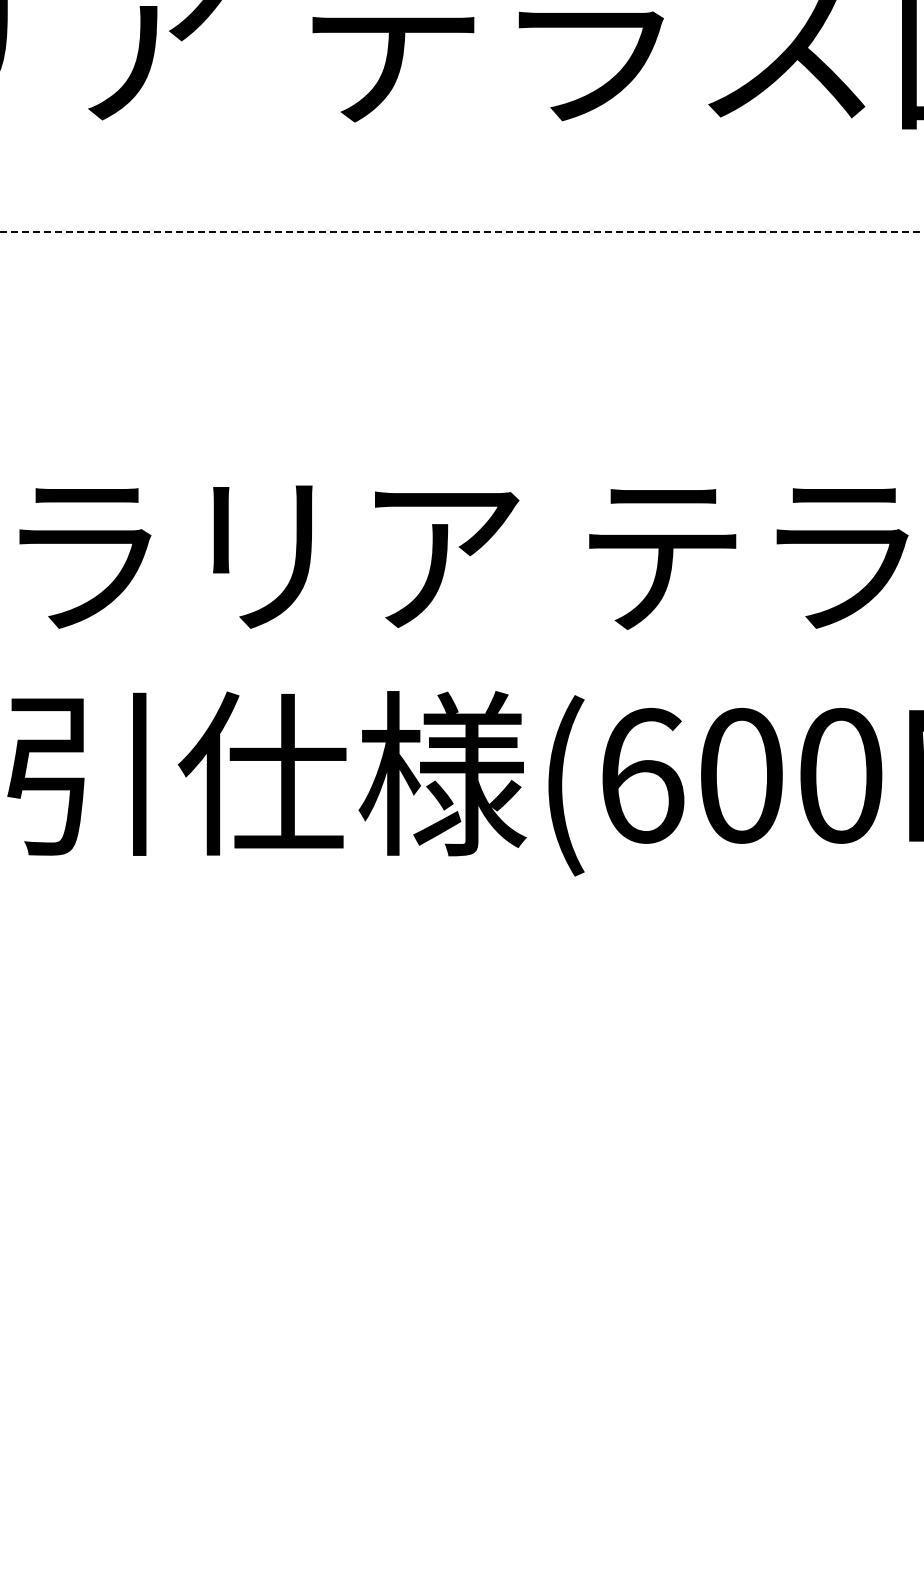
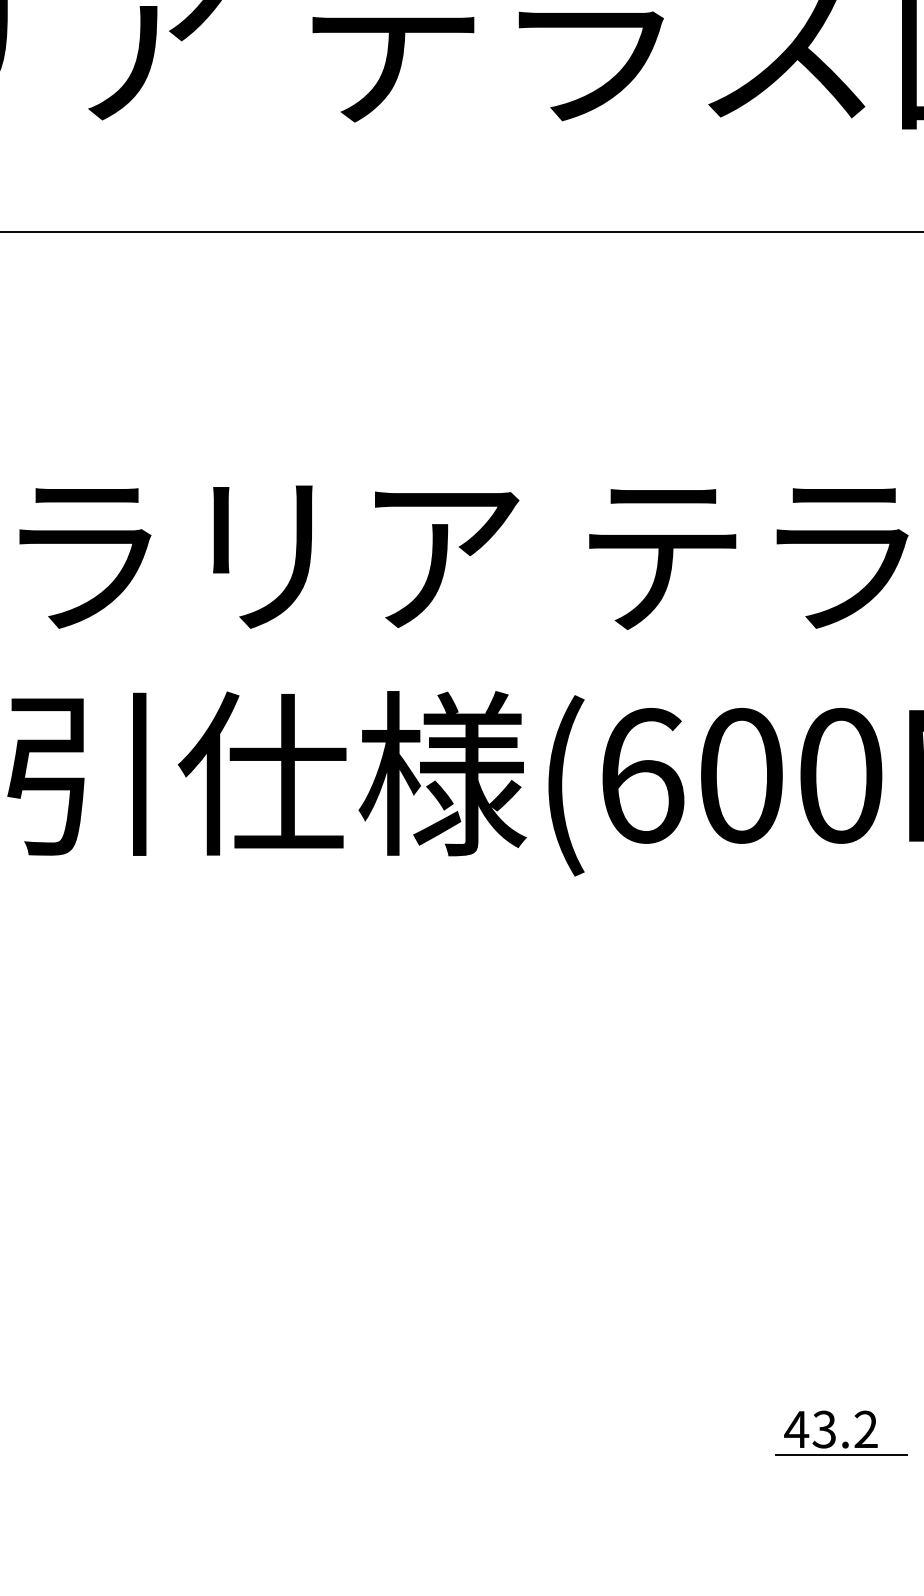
line at (462, 231): dashed -> solid
part at (835, 1435): none -> present
